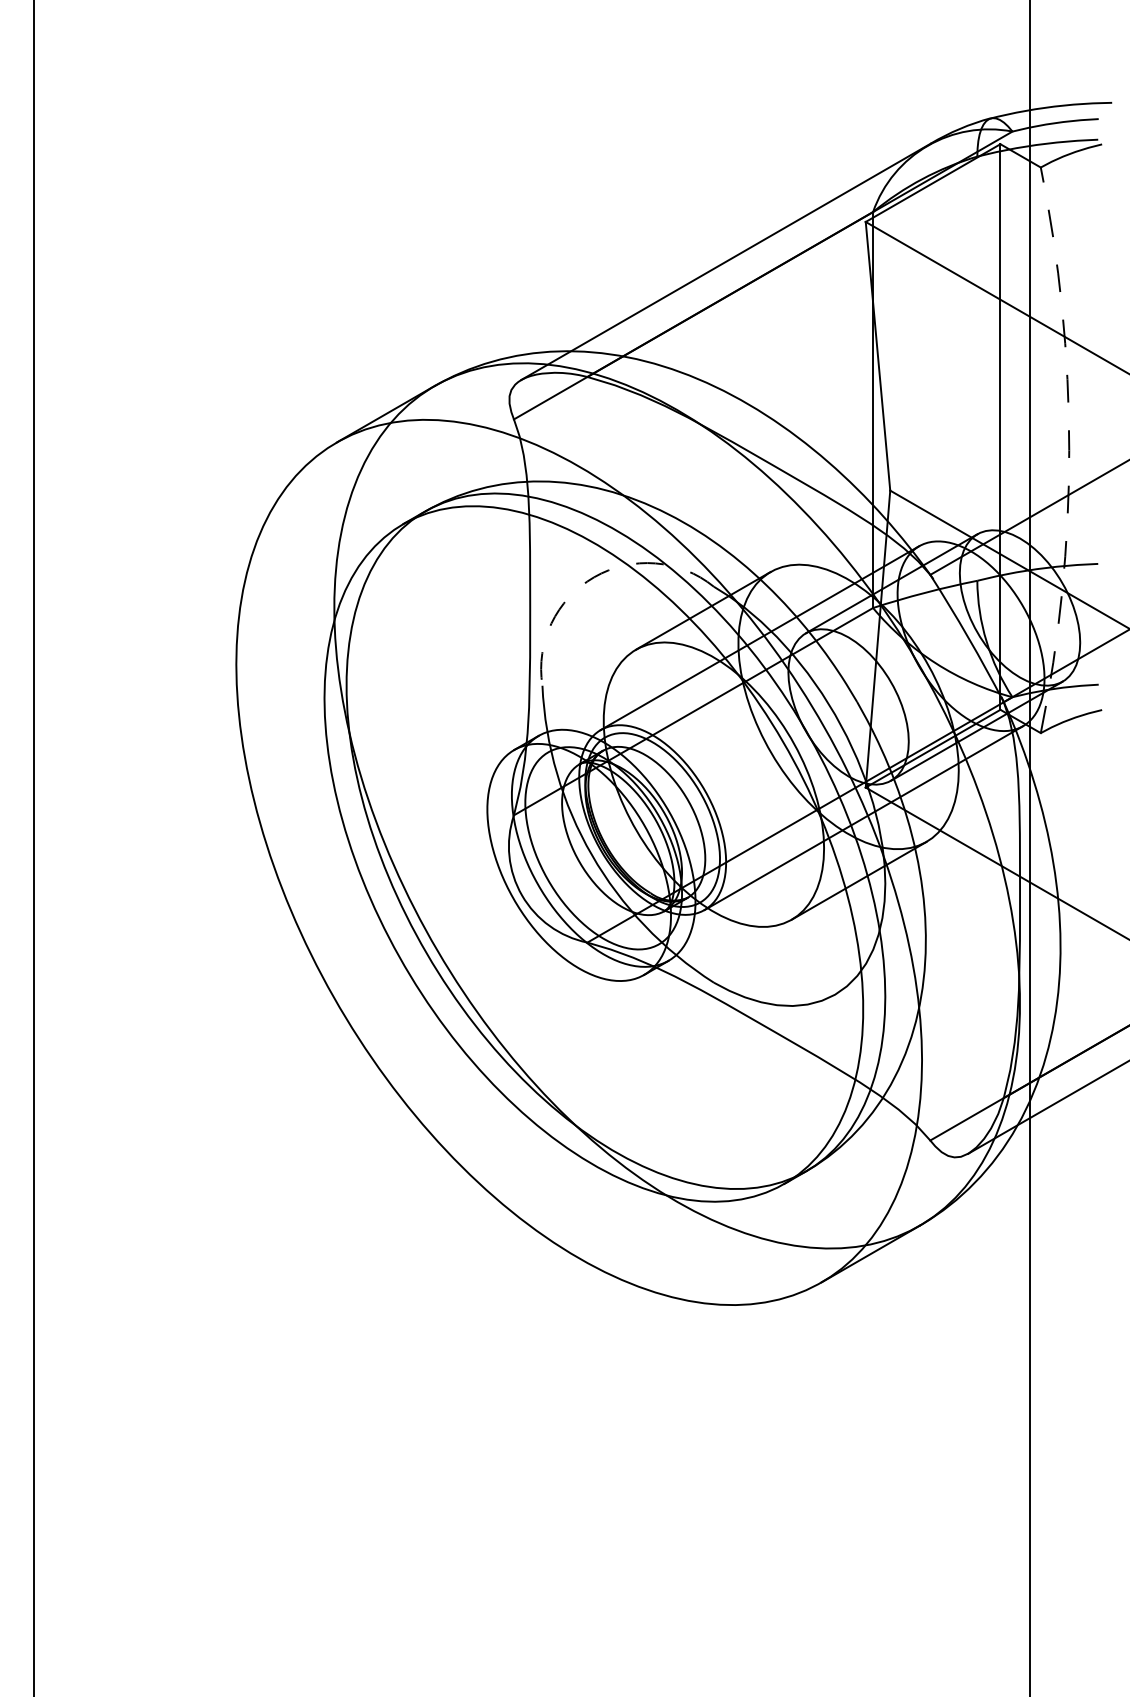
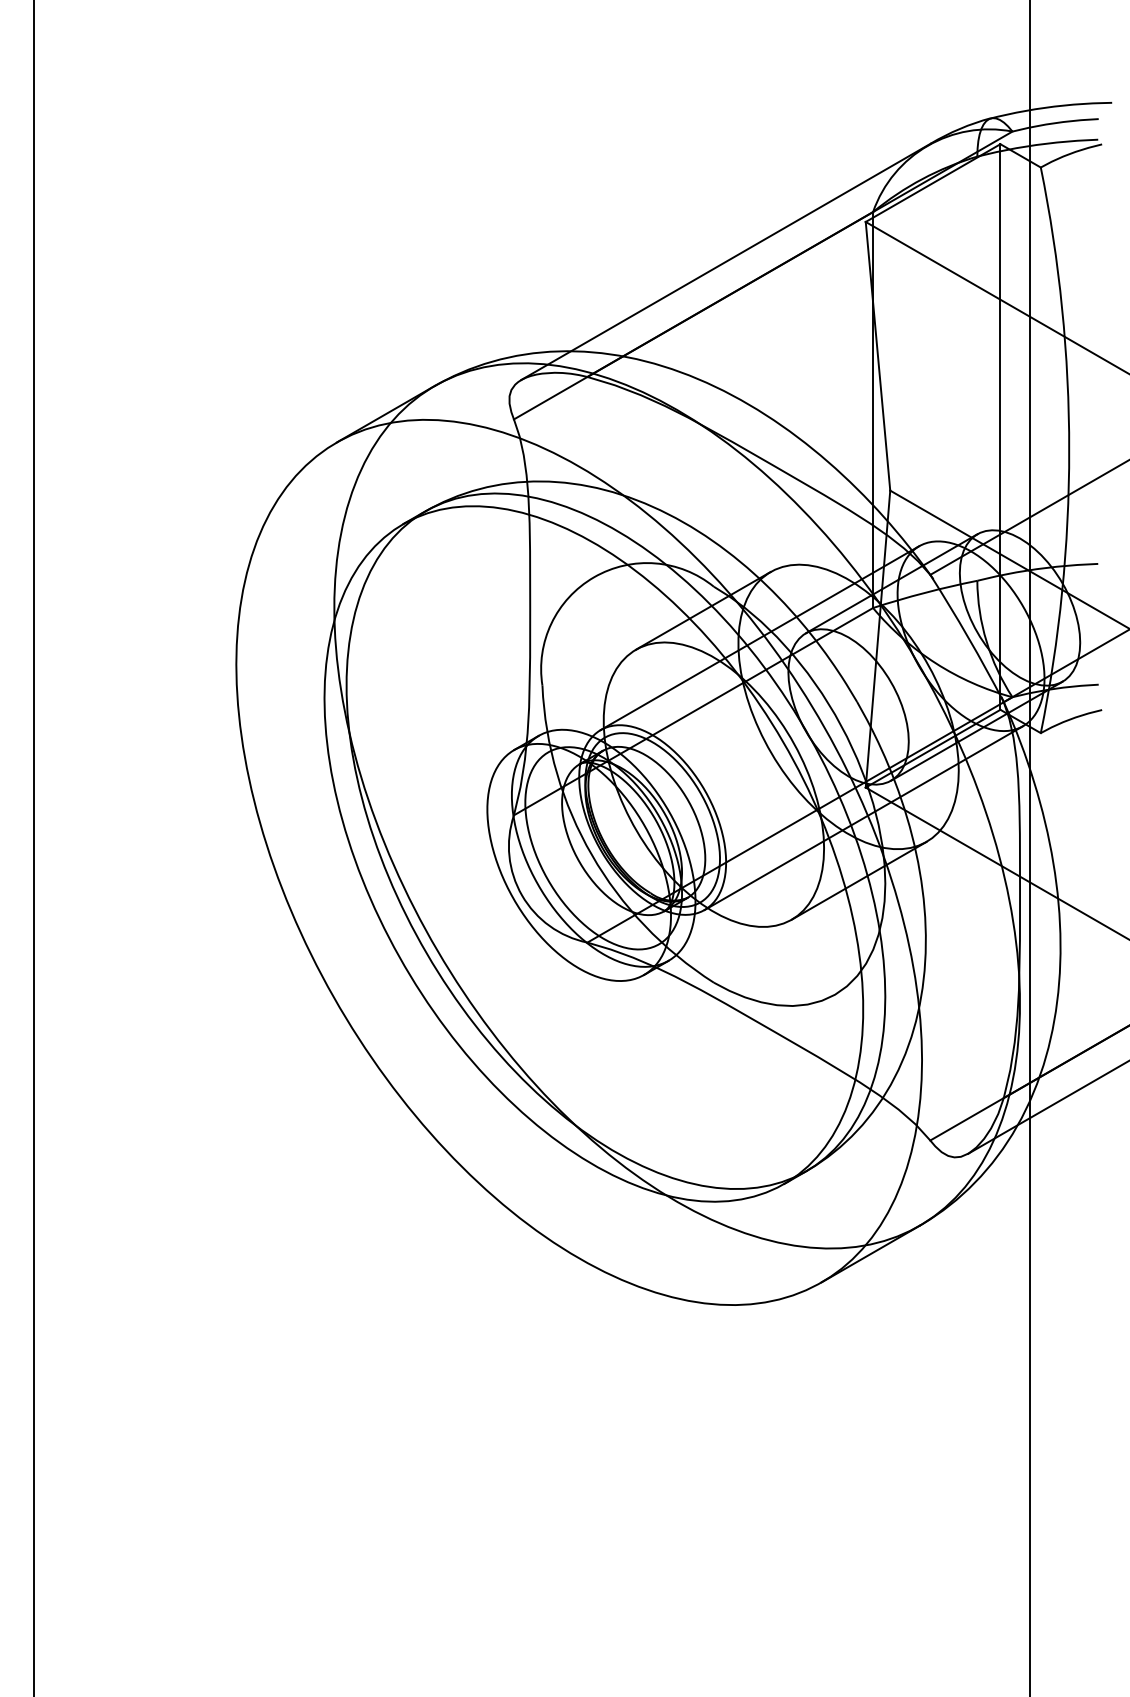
arc at (1069, 450): dashed -> solid
arc at (594, 577): dashed -> solid
